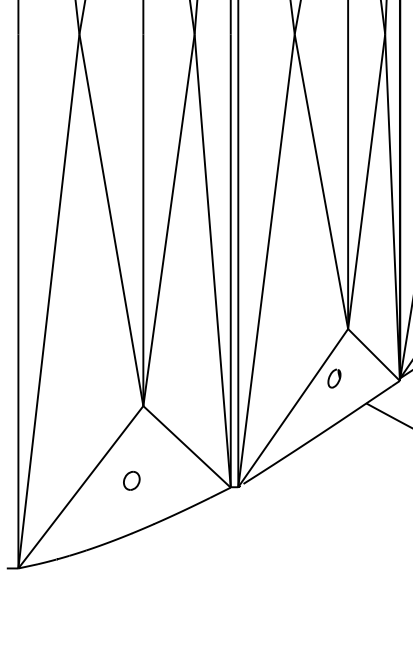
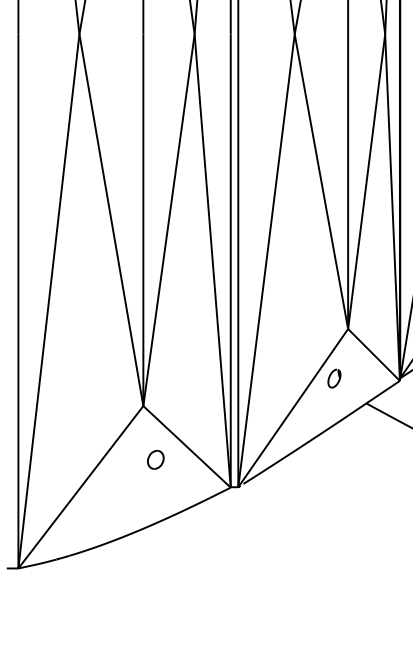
part at (131, 480) position: (131, 480) -> (155, 459)
